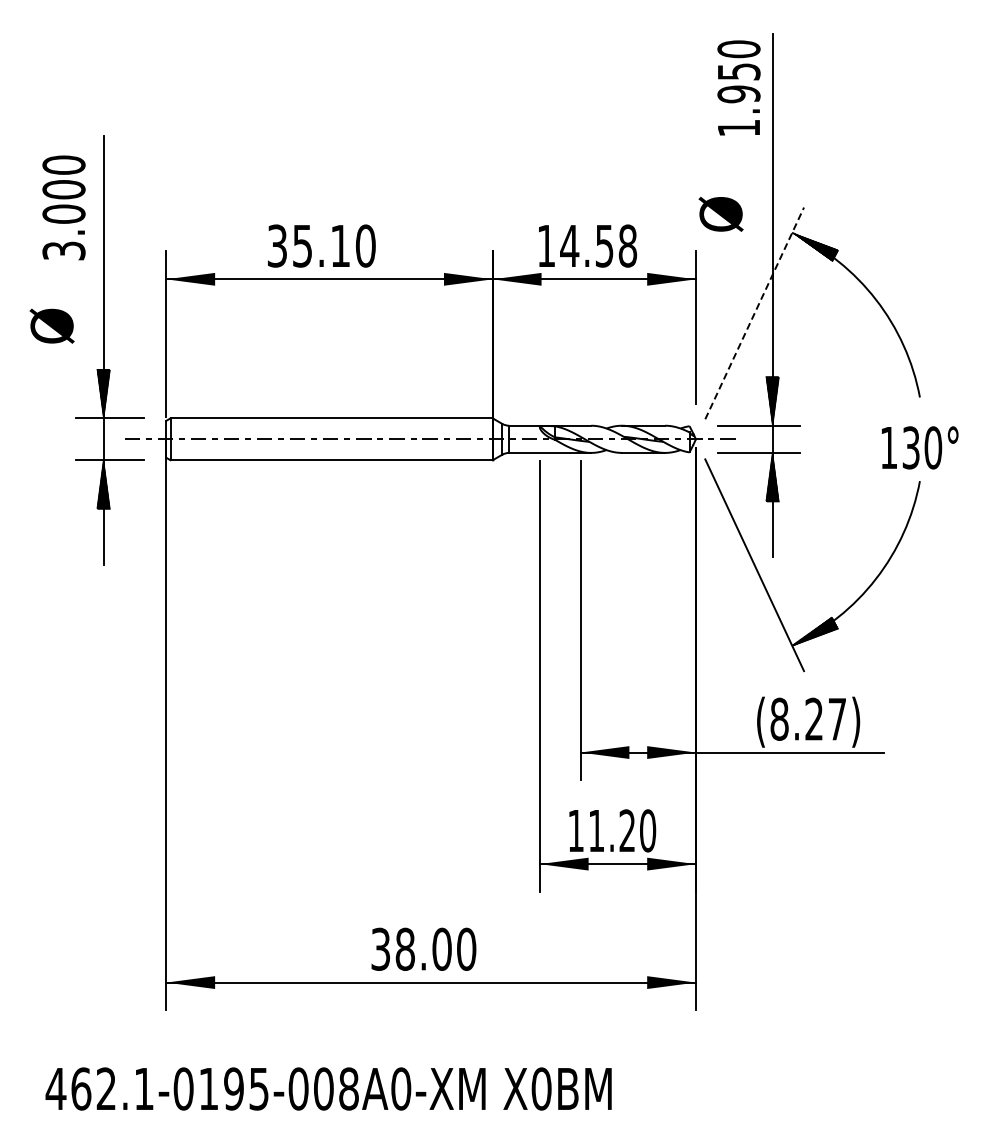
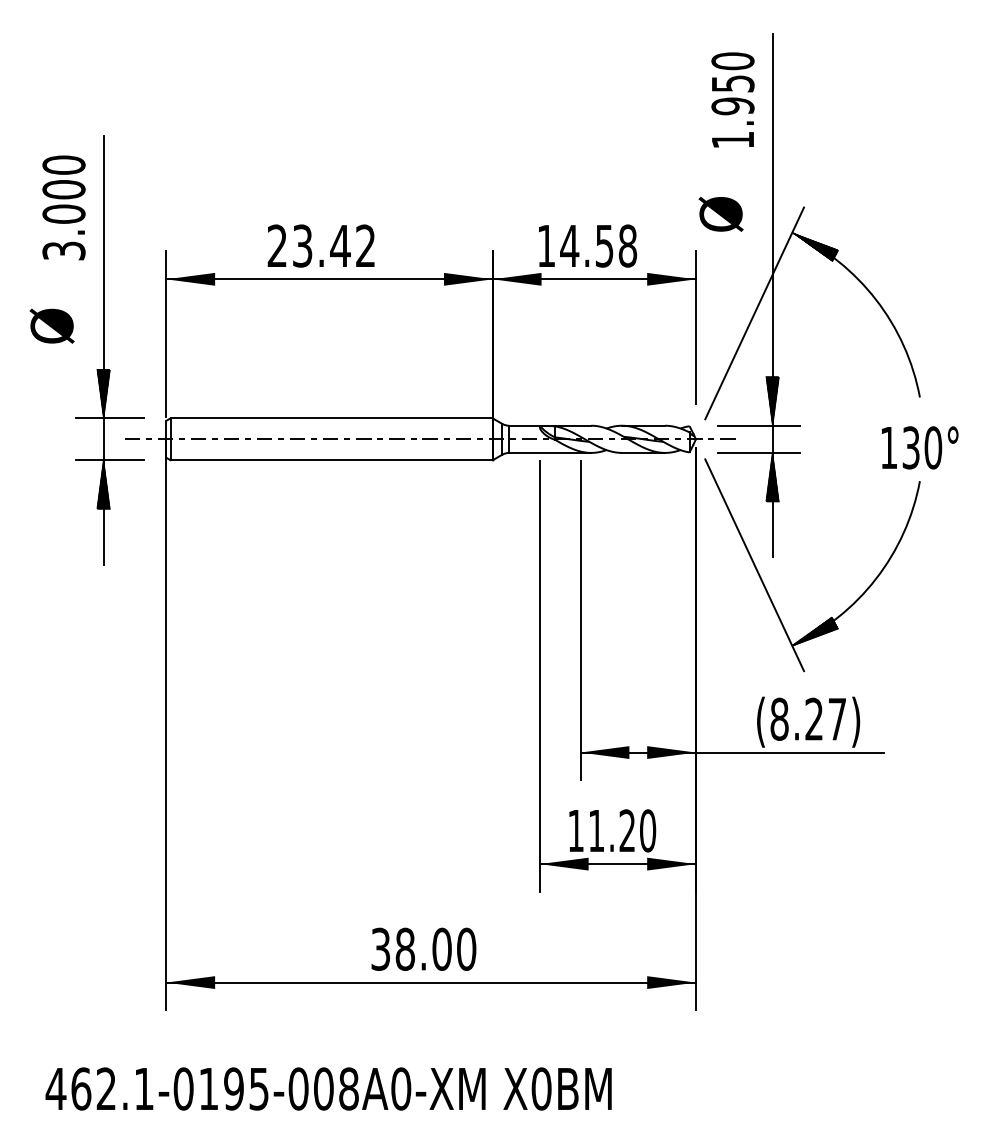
text at (738, 87) position: (738, 87) -> (732, 99)
text at (321, 245): 35.10 -> 23.42
line at (754, 313): dashed -> solid
